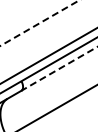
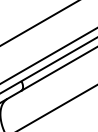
line at (39, 23): dashed -> solid
line at (59, 68): dashed -> solid
